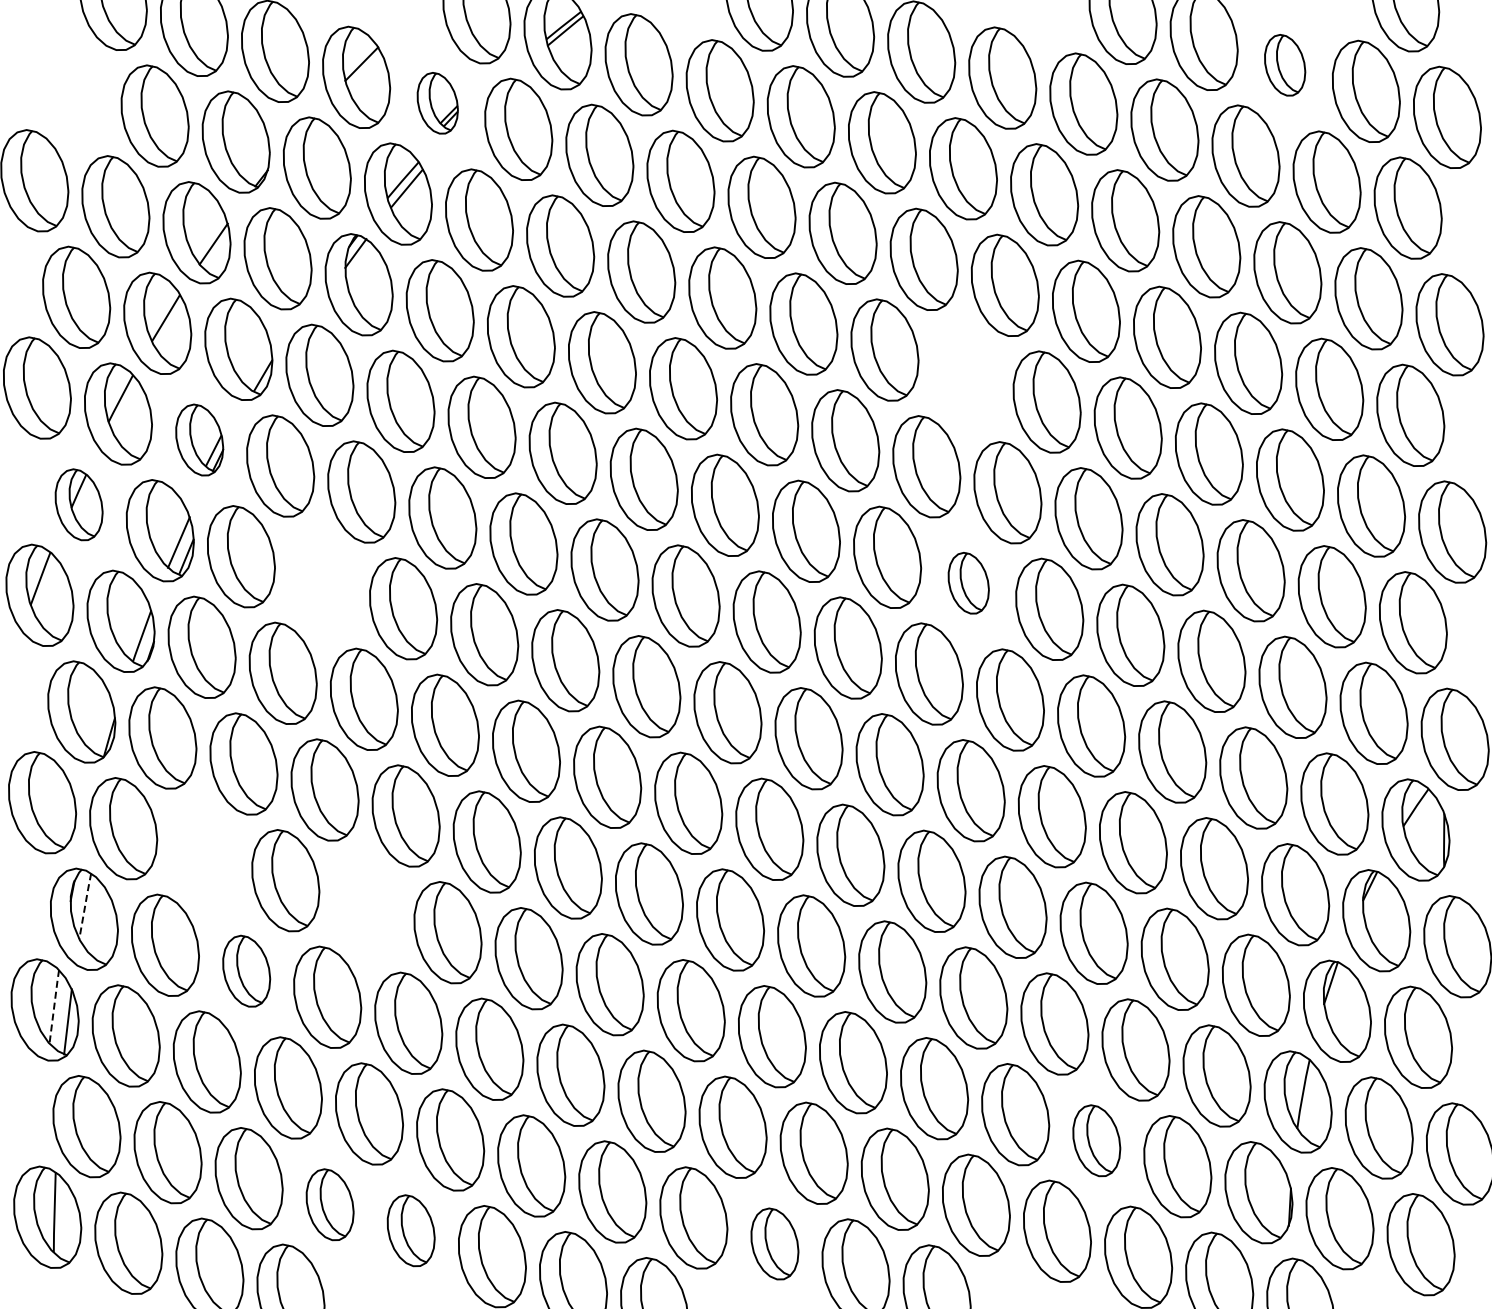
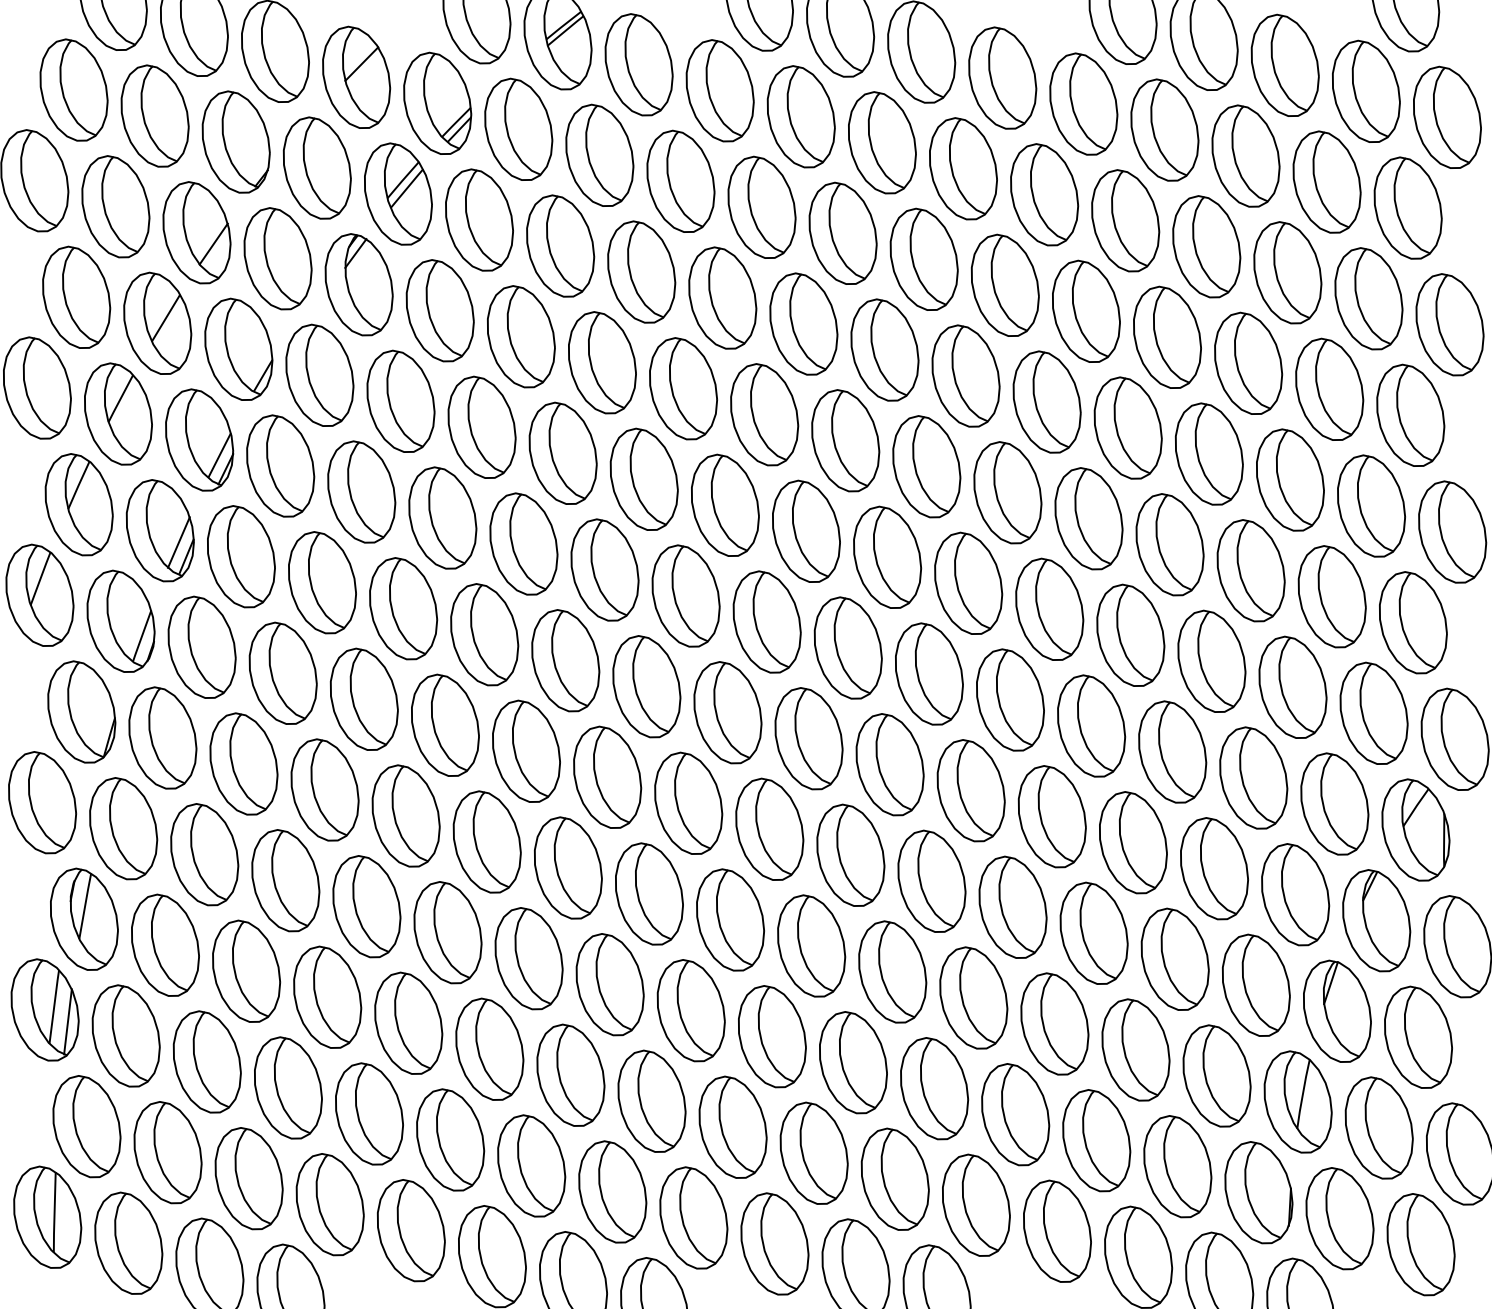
part at (1285, 65) size: 43x63 px -> 70x104 px
part at (73, 89): none -> present
part at (437, 103) size: 43x63 px -> 70x104 px
part at (965, 375): none -> present
part at (199, 439) size: 50x74 px -> 70x104 px
part at (78, 504) size: 50x74 px -> 70x104 px
part at (322, 582): none -> present
part at (968, 583) size: 43x63 px -> 70x104 px
part at (204, 854): none -> present
line at (85, 905): dashed -> solid
part at (366, 906): none -> present
part at (246, 970) size: 50x74 px -> 70x104 px
line at (54, 1006): dashed -> solid
part at (1096, 1140) size: 50x74 px -> 70x104 px
part at (329, 1204) size: 50x74 px -> 70x104 px
part at (410, 1230) size: 50x74 px -> 70x104 px
part at (774, 1243) size: 50x74 px -> 70x104 px
